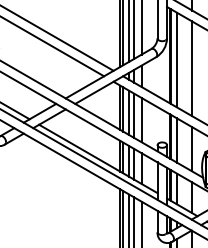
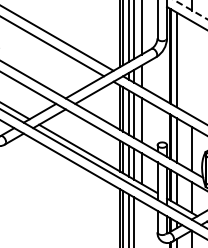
line at (190, 9): solid -> dashed
line at (192, 68): present -> none
line at (141, 222): present -> none
